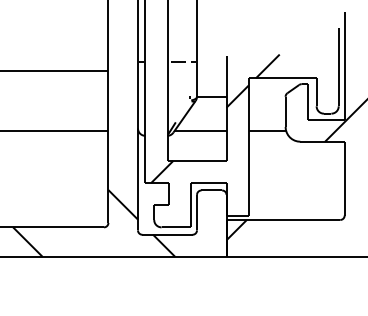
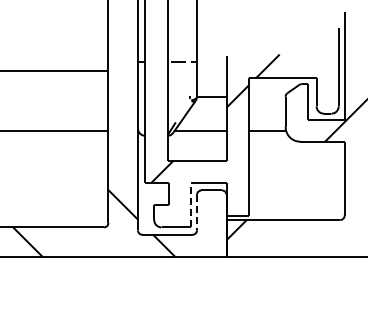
line at (191, 204): solid -> dashed
line at (197, 212): solid -> dashed
